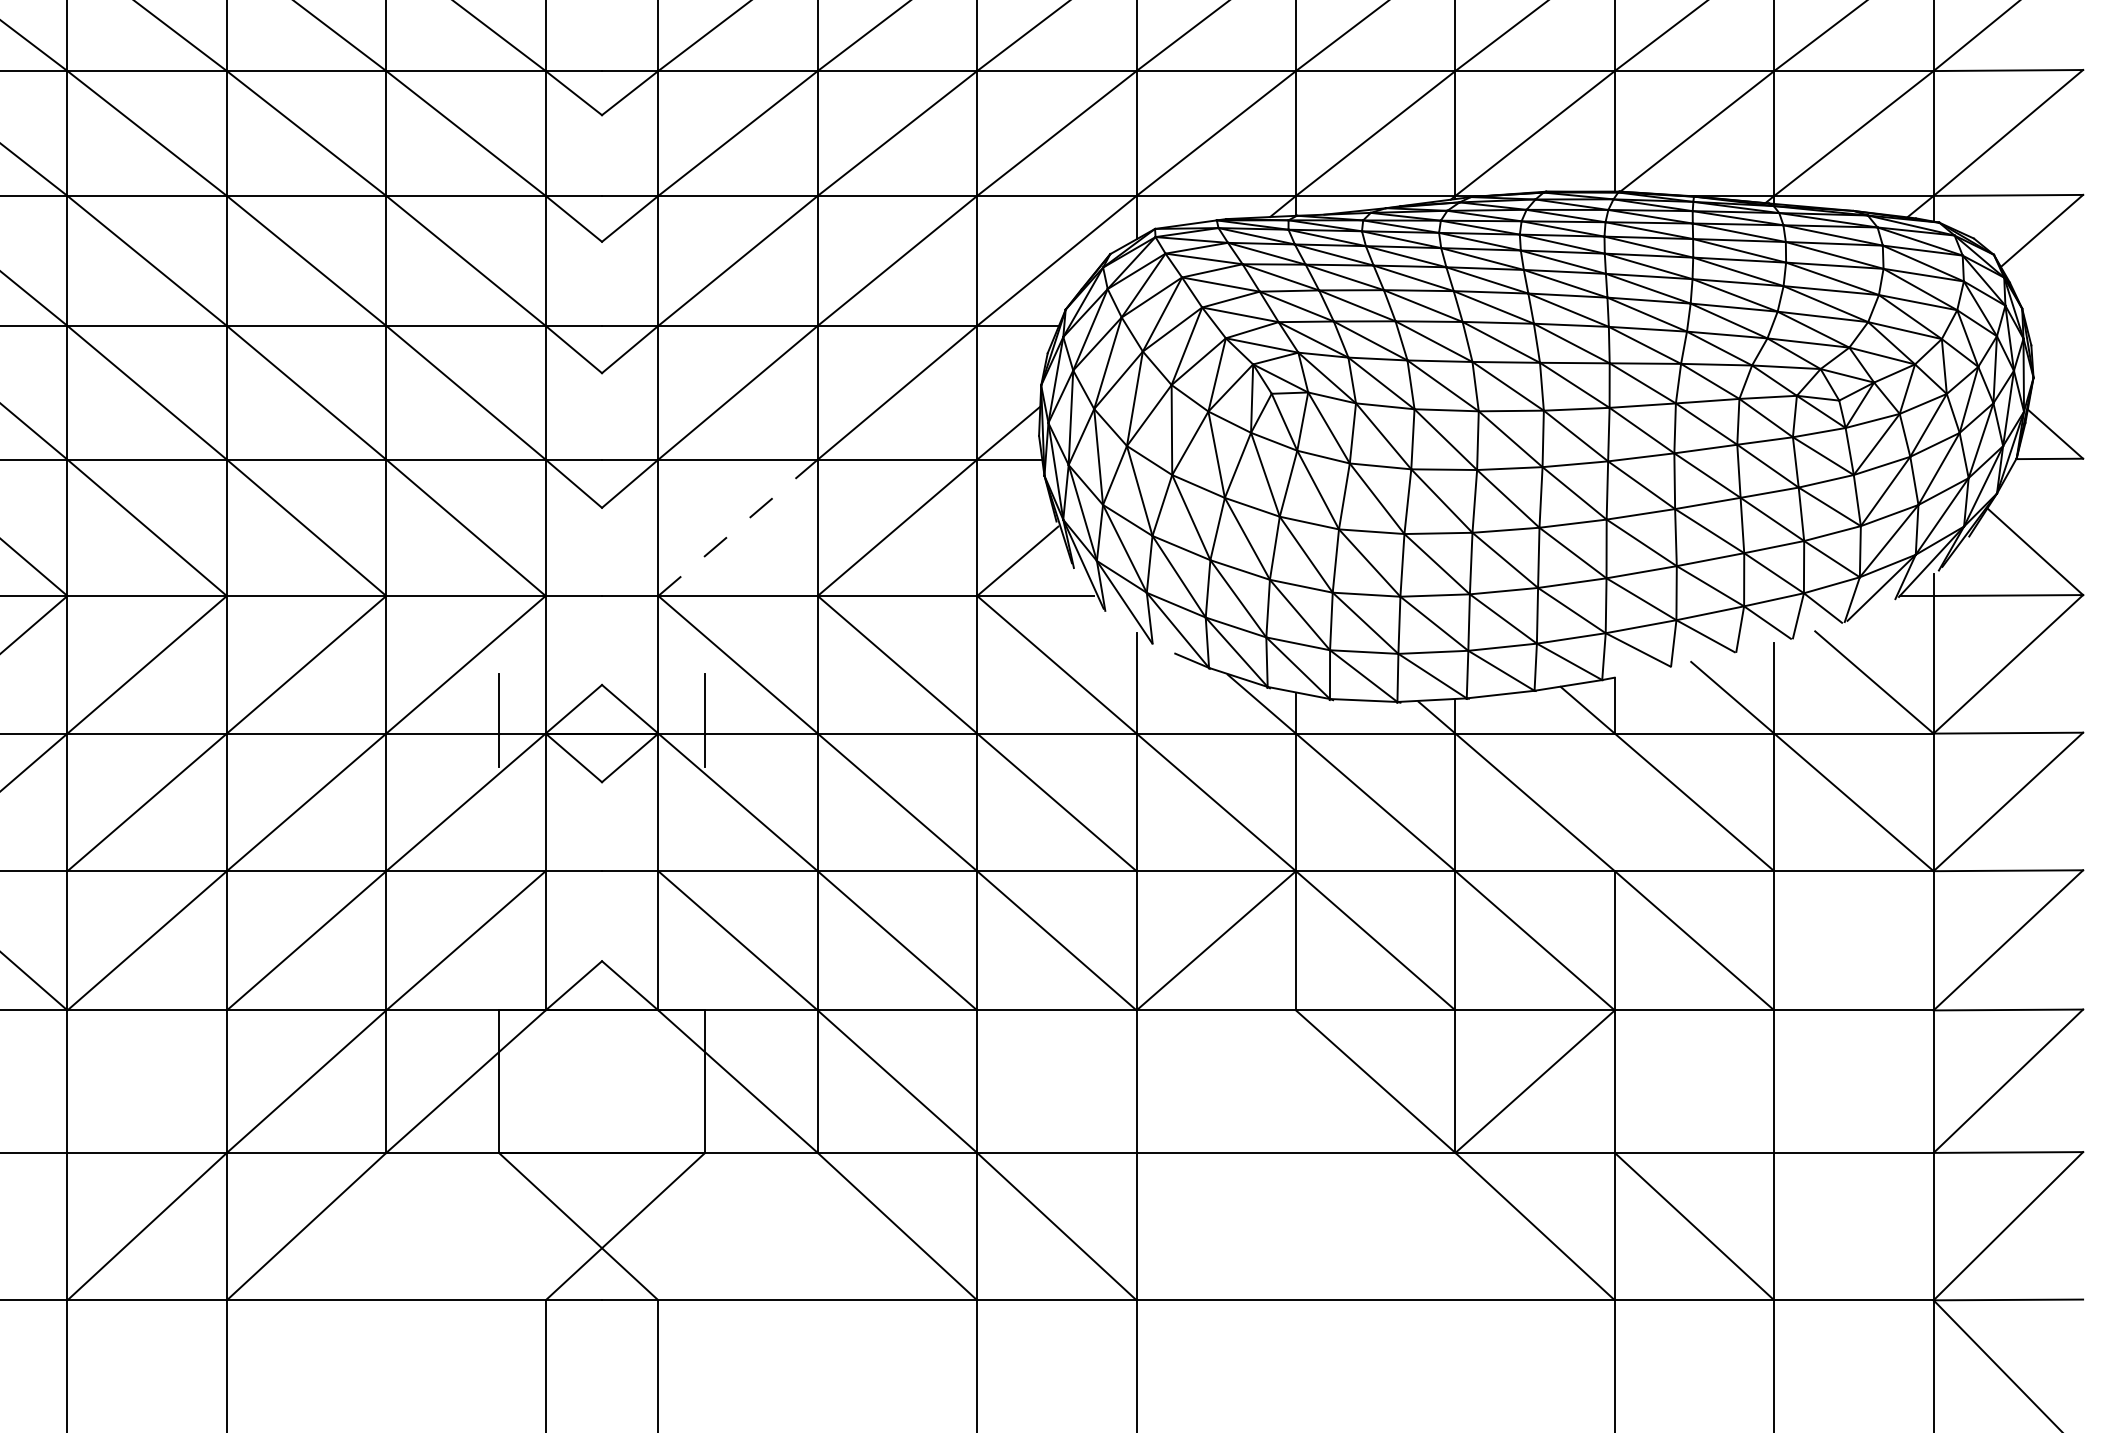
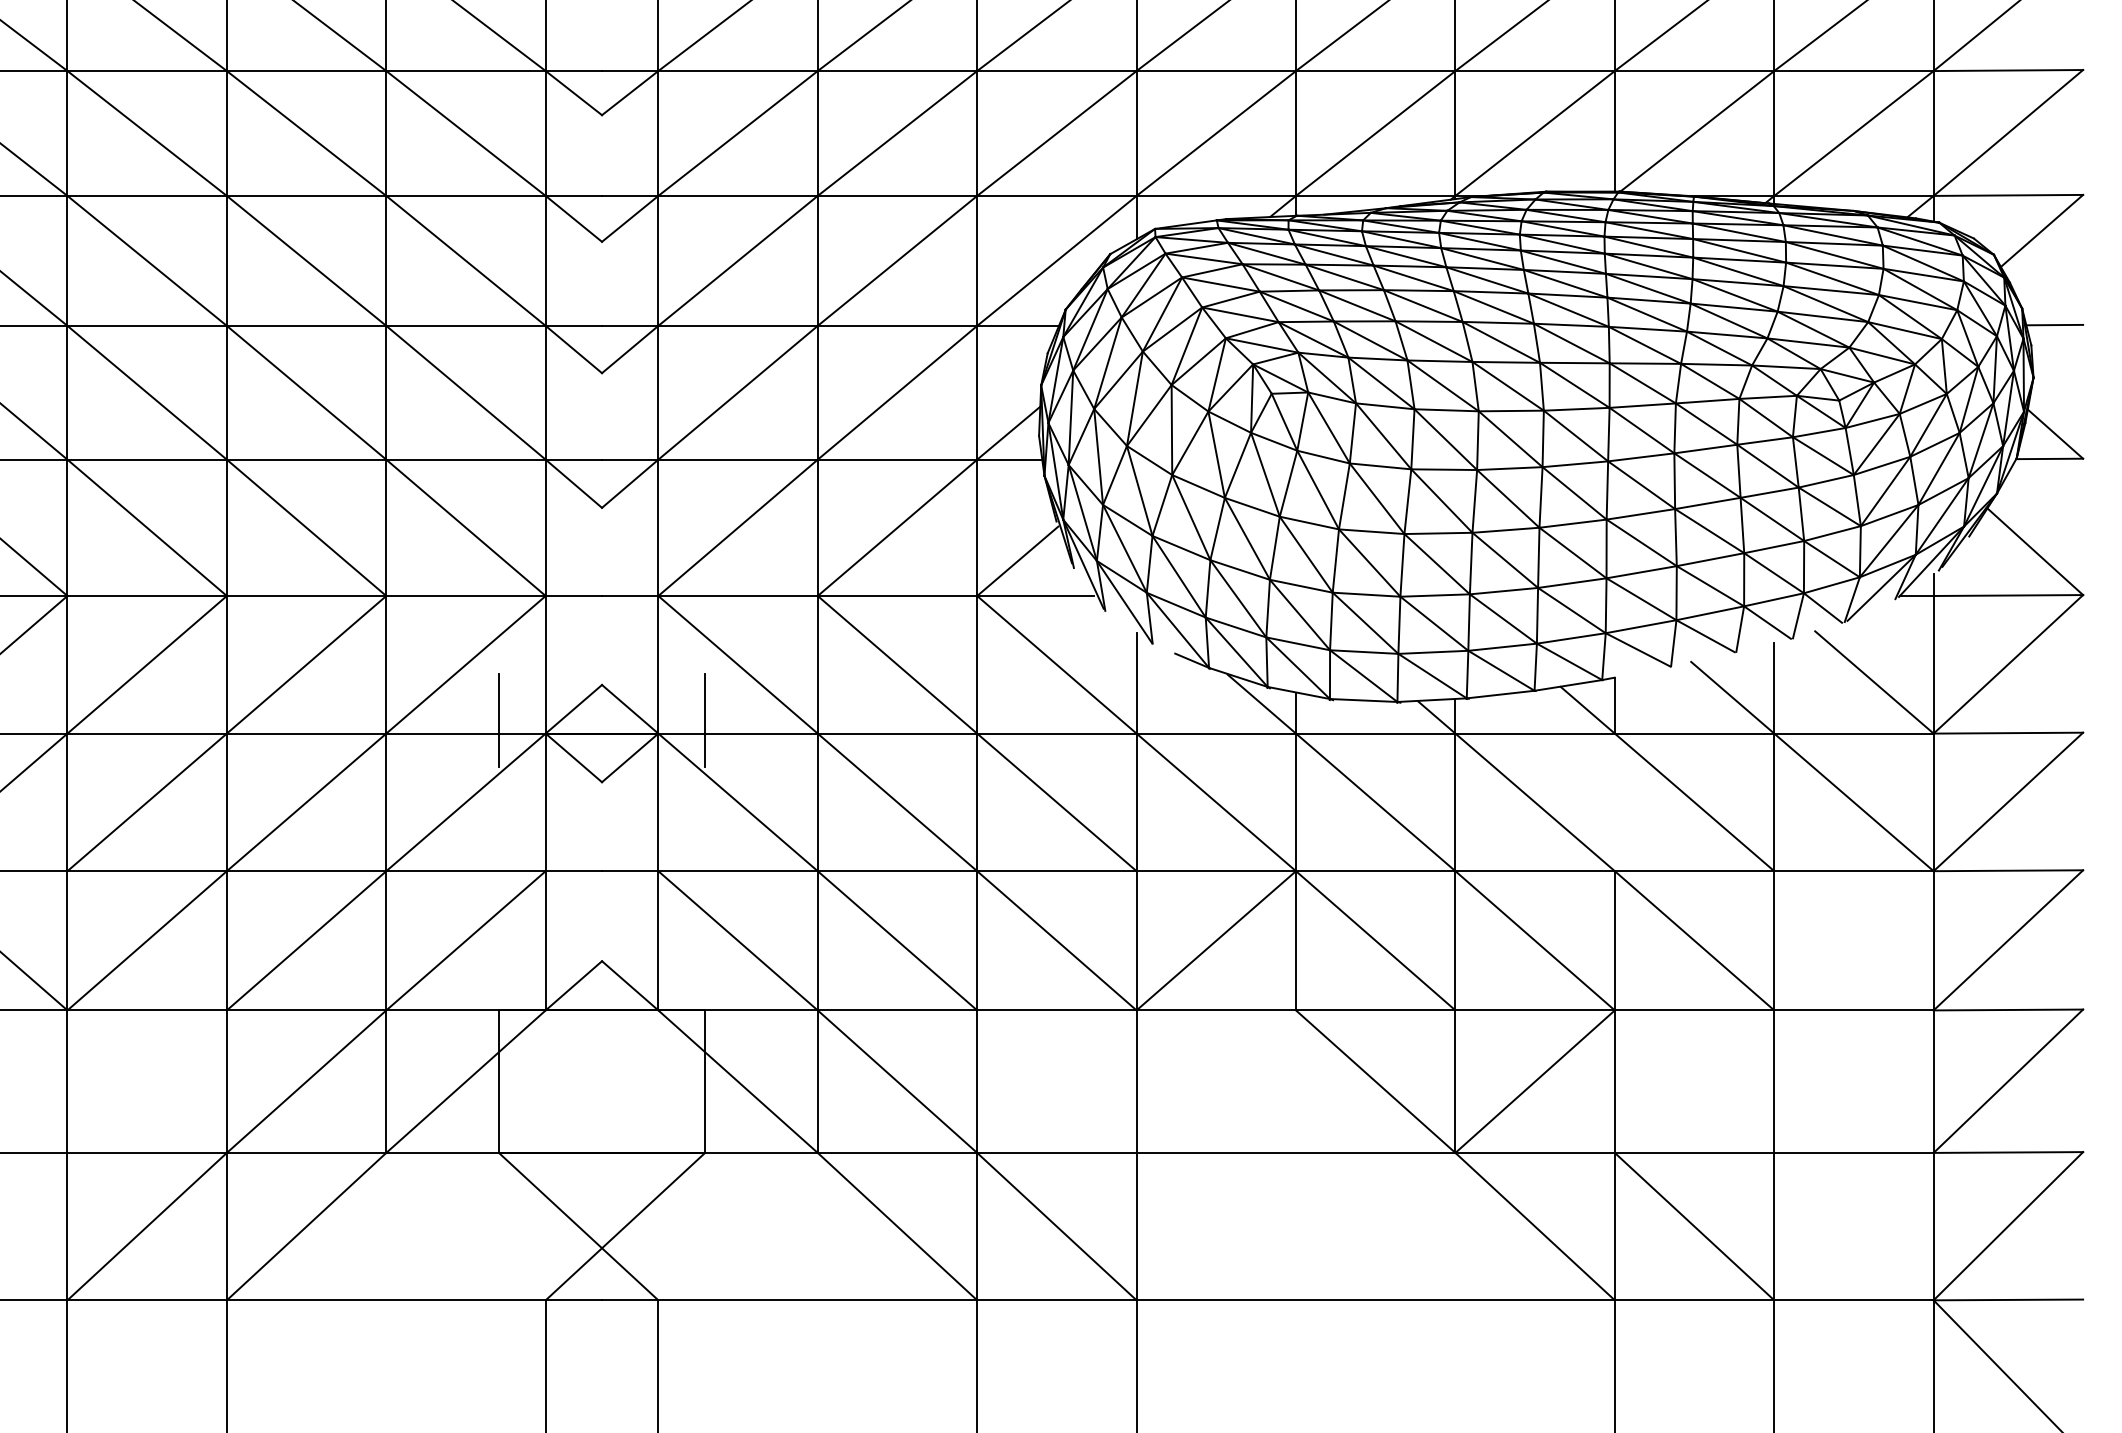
line at (2054, 324): none -> present
line at (738, 527): dashed -> solid
